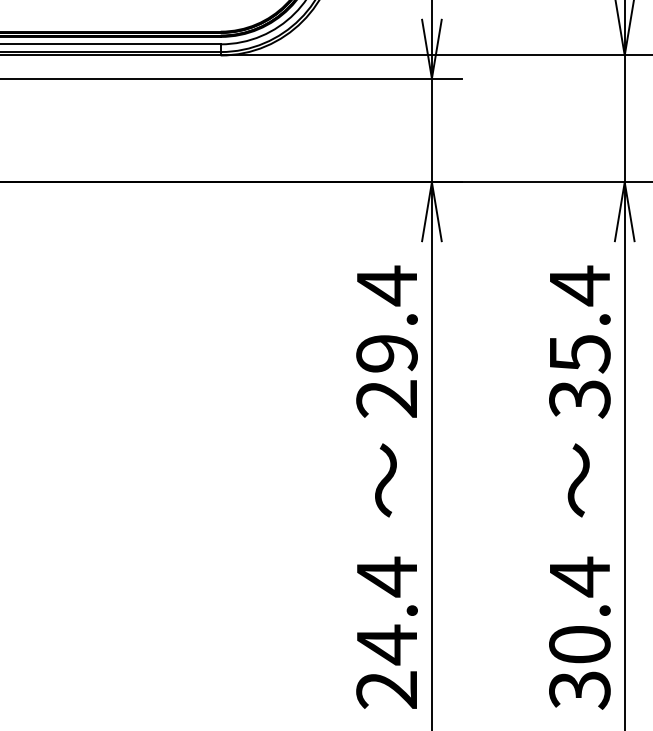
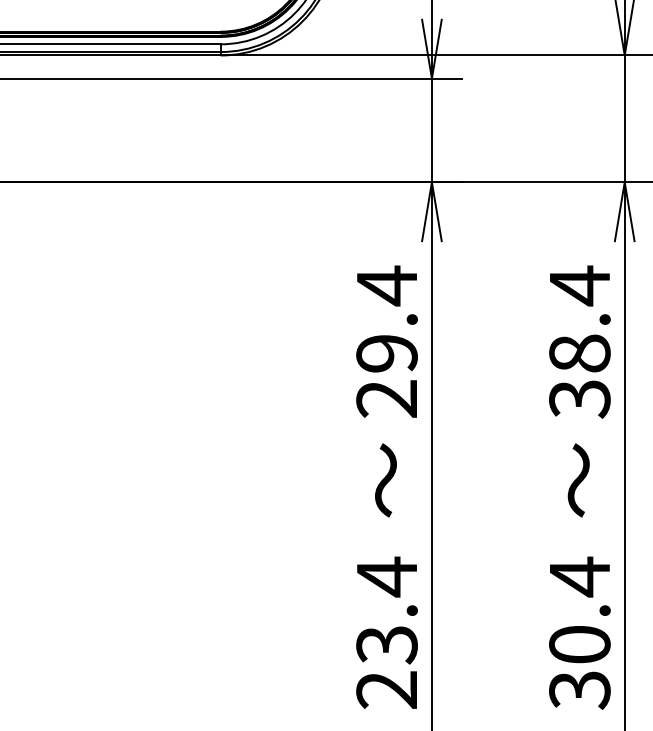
text at (579, 353): 35.4 -> 38.4
text at (386, 644): 24.4 -> 23.4
